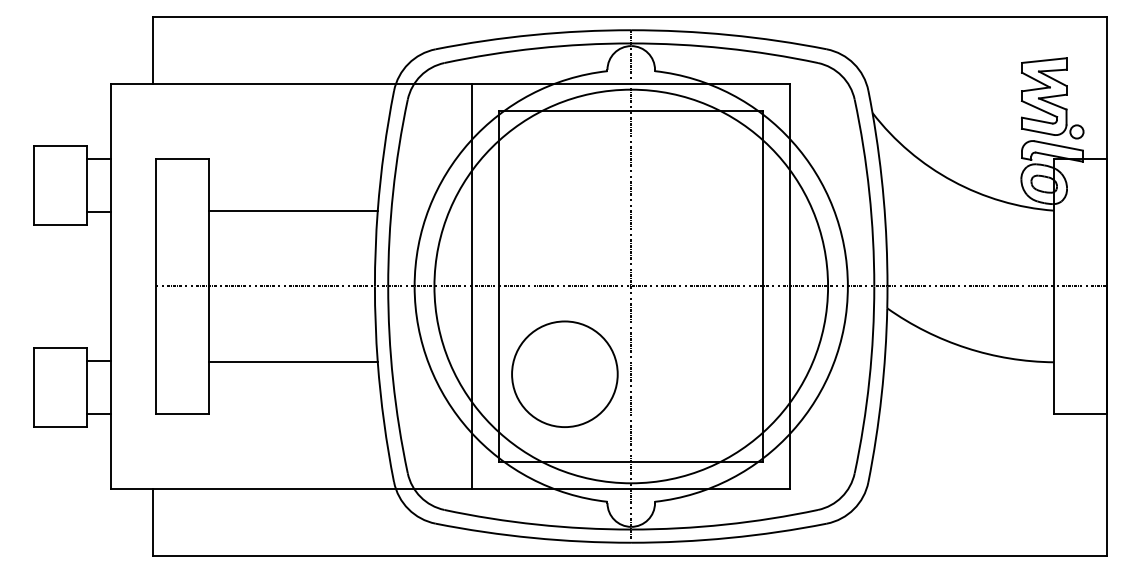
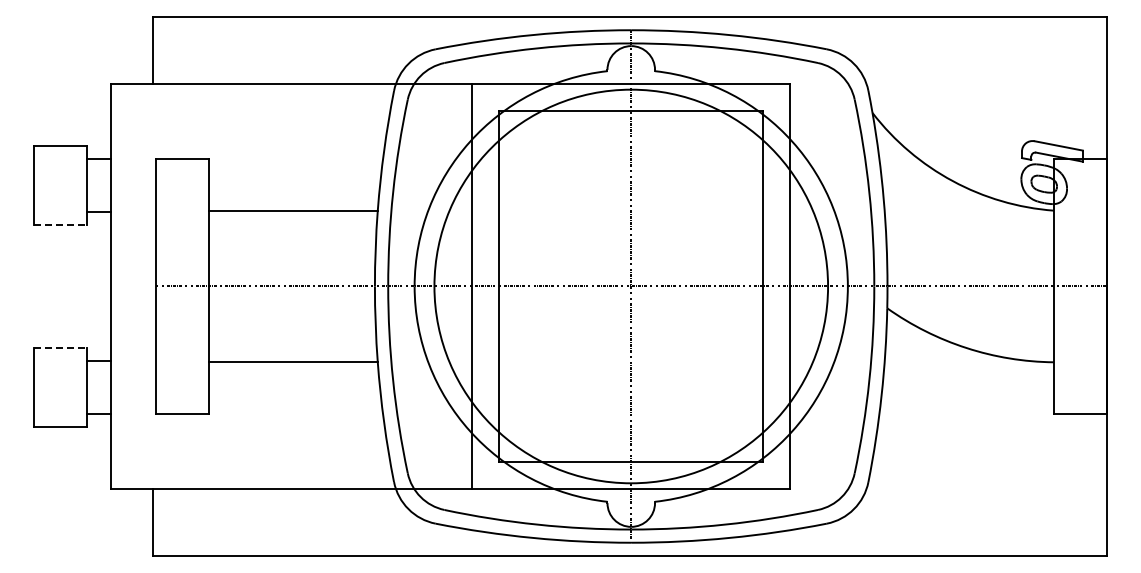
part at (1052, 98): present -> none
line at (60, 225): solid -> dashed
line at (60, 347): solid -> dashed
circle at (564, 373): present -> none
